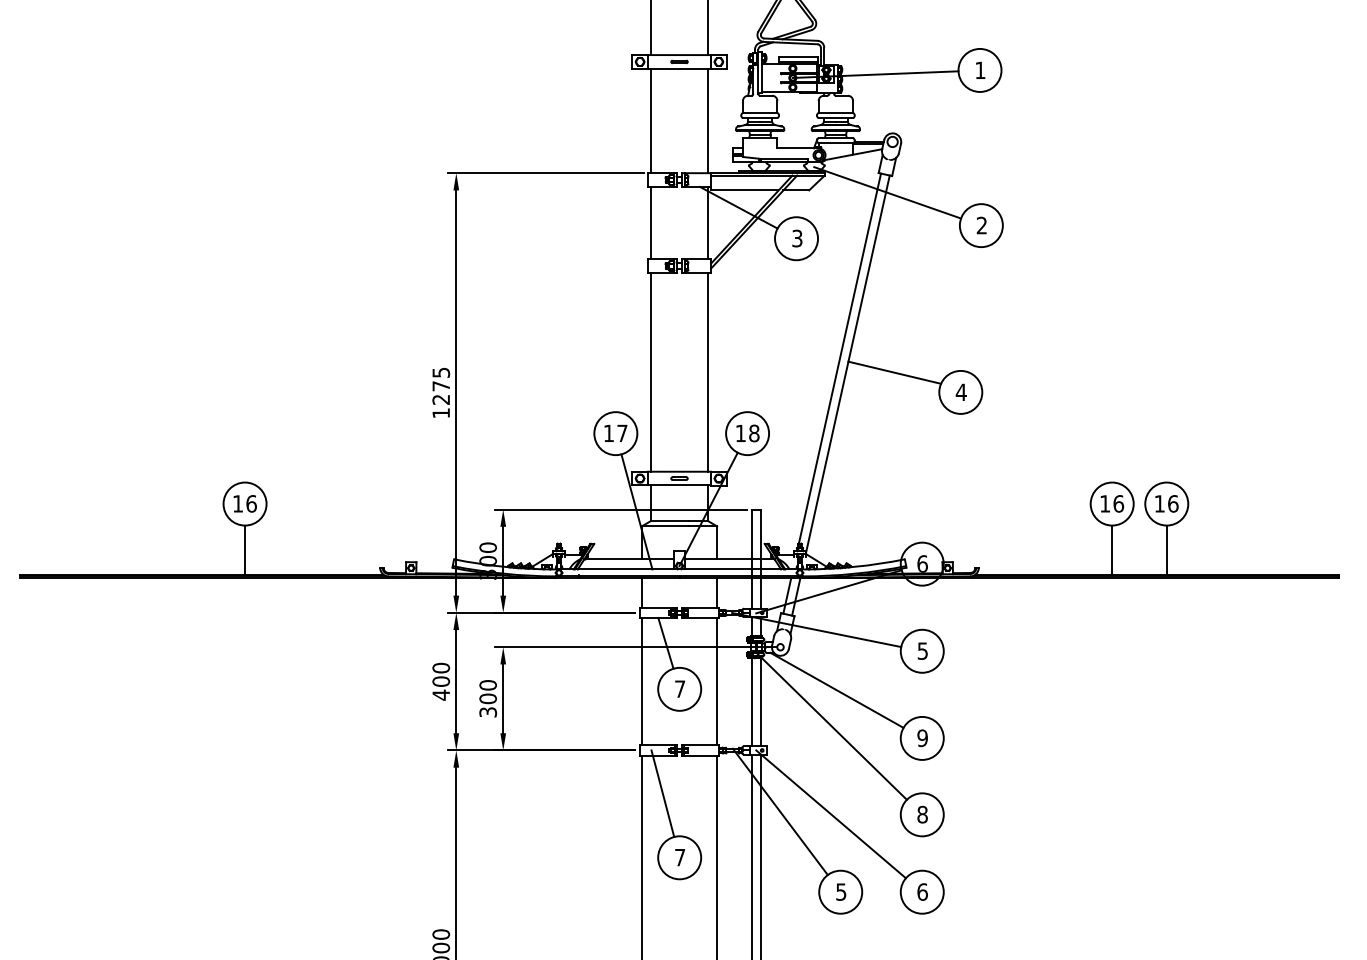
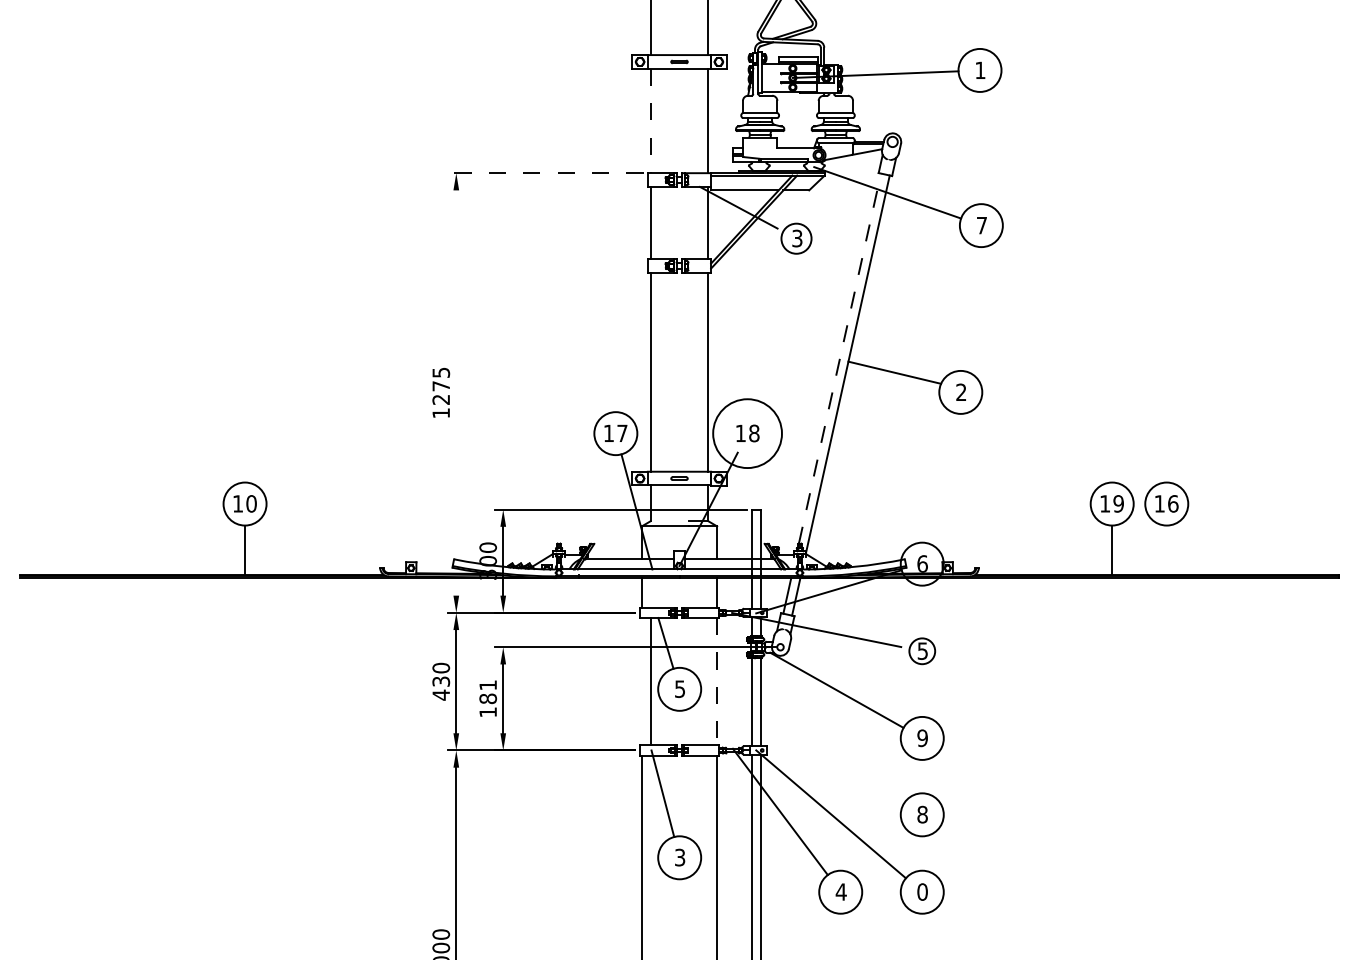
line at (650, 121): solid -> dashed
line at (545, 173): solid -> dashed
text at (981, 225): 2 -> 7
circle at (796, 238) diameter: 43 px -> 30 px
line at (839, 358): solid -> dashed
text at (960, 391): 4 -> 2
line at (456, 392): present -> none
circle at (747, 433) diameter: 43 px -> 69 px
text at (251, 503): 16 -> 10
text at (1118, 503): 16 -> 19
line at (669, 521): present -> none
line at (1166, 549): present -> none
circle at (921, 650) diameter: 43 px -> 26 px
text at (441, 681): 400 -> 430
line at (641, 681) position: (641, 681) -> (650, 681)
line at (717, 681): solid -> dashed
text at (680, 688): 7 -> 5
text at (488, 698): 300 -> 181
line at (830, 725): present -> none
text at (680, 857): 7 -> 3
text at (840, 891): 5 -> 4
text at (922, 891): 6 -> 0
